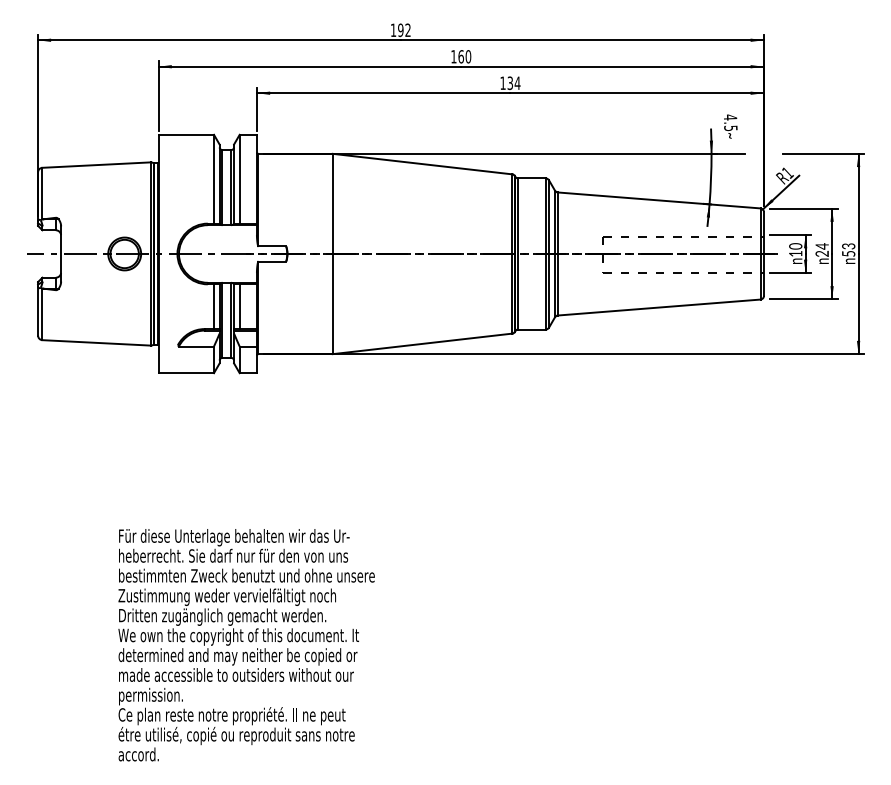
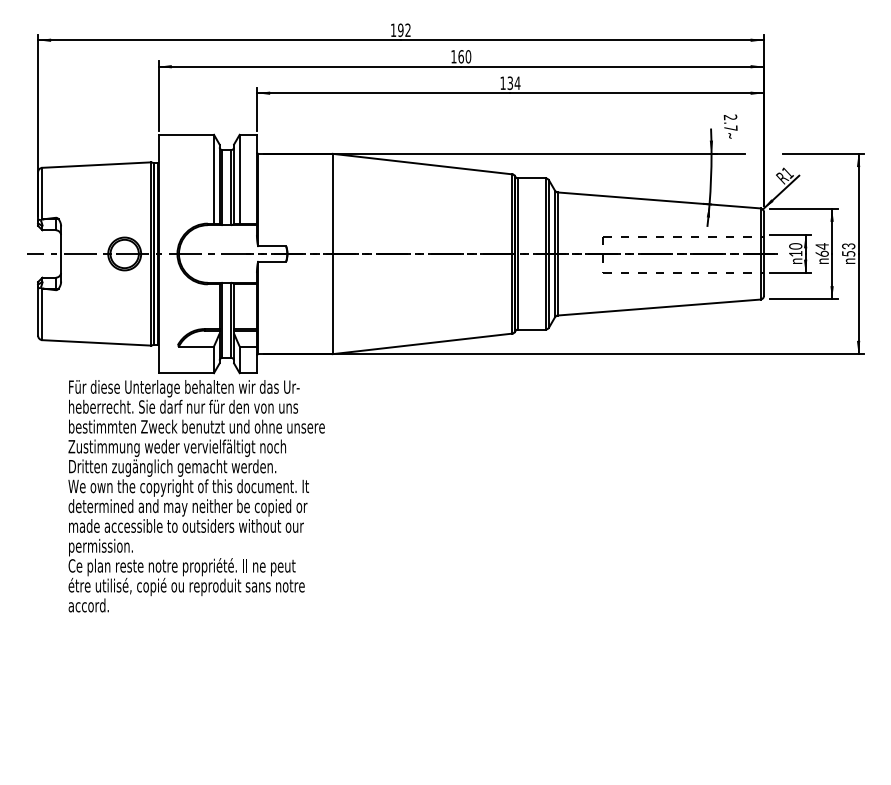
text at (730, 122): 4.5 -> 2.7
text at (821, 253): 24 -> 64
line at (214, 306): present -> none
line at (239, 306): present -> none
text at (246, 645) position: (246, 645) -> (196, 496)
